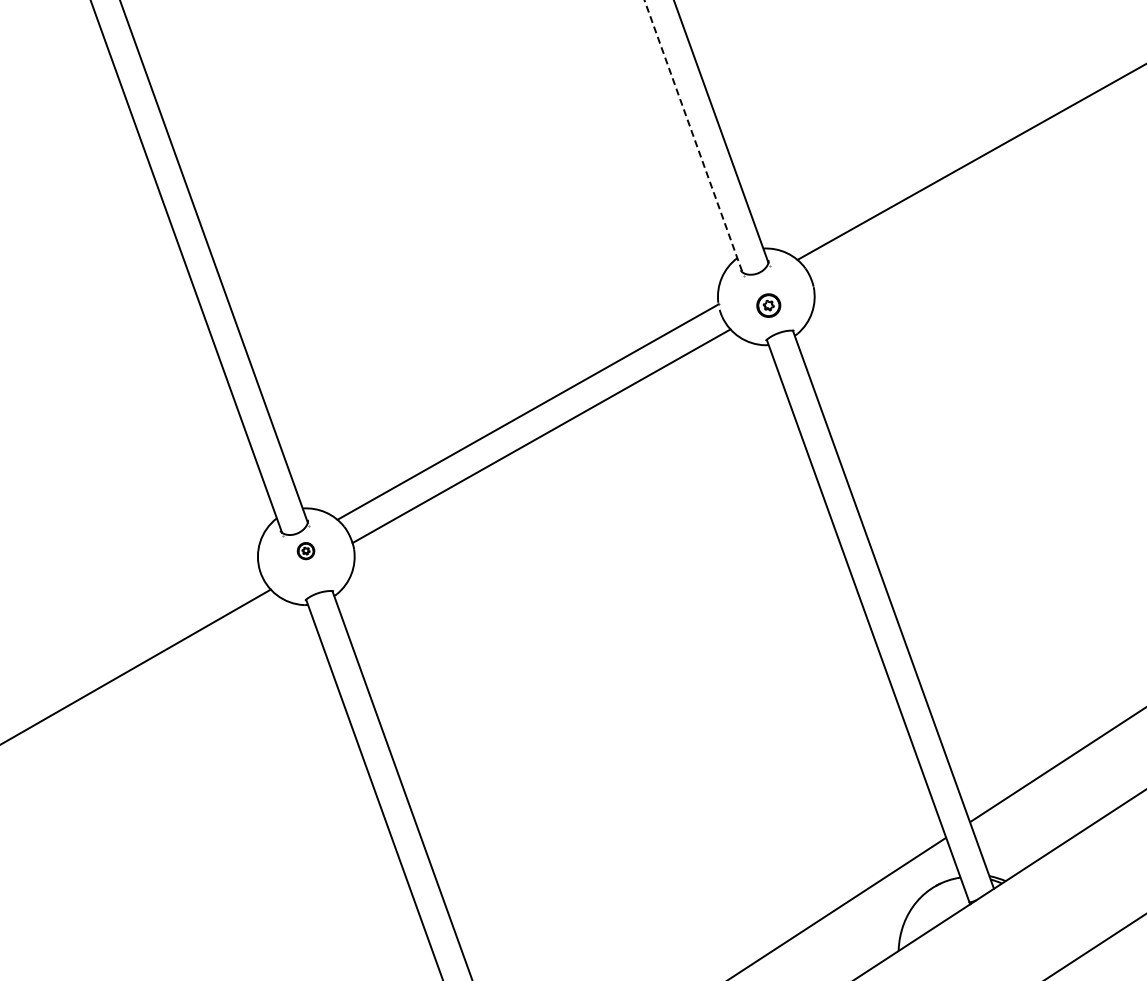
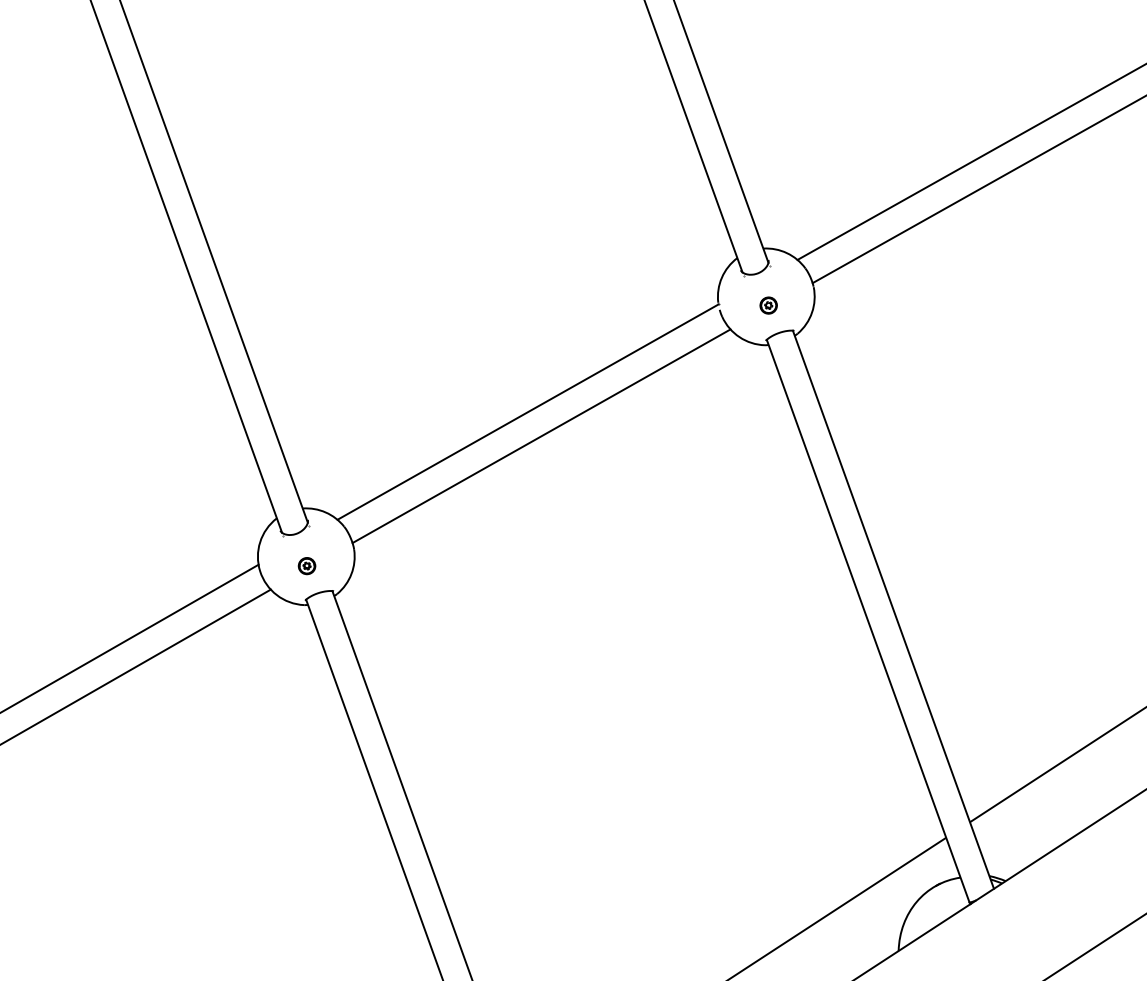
line at (693, 137): dashed -> solid
line at (977, 190): none -> present
part at (768, 305) size: 26x25 px -> 19x19 px
part at (305, 551) position: (305, 551) -> (306, 566)
line at (130, 637): none -> present
